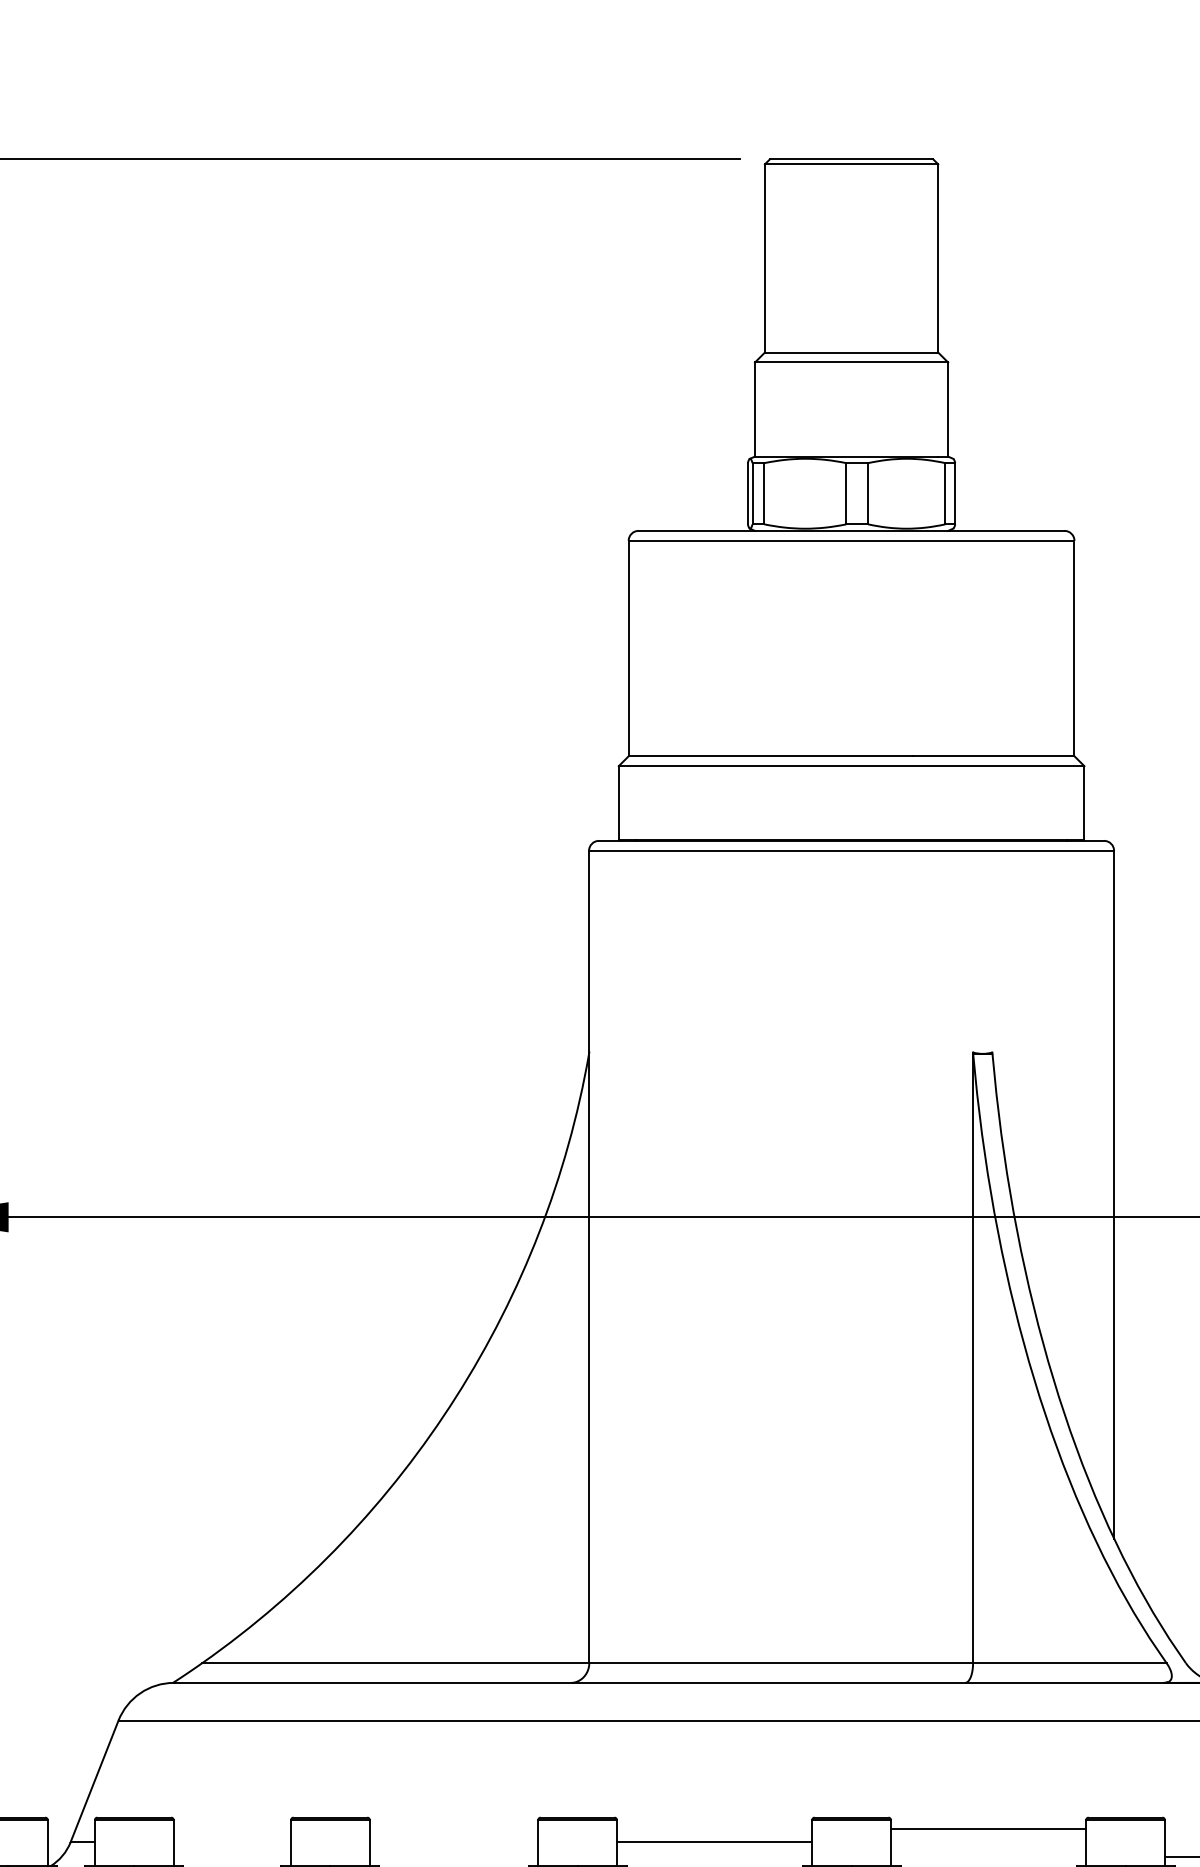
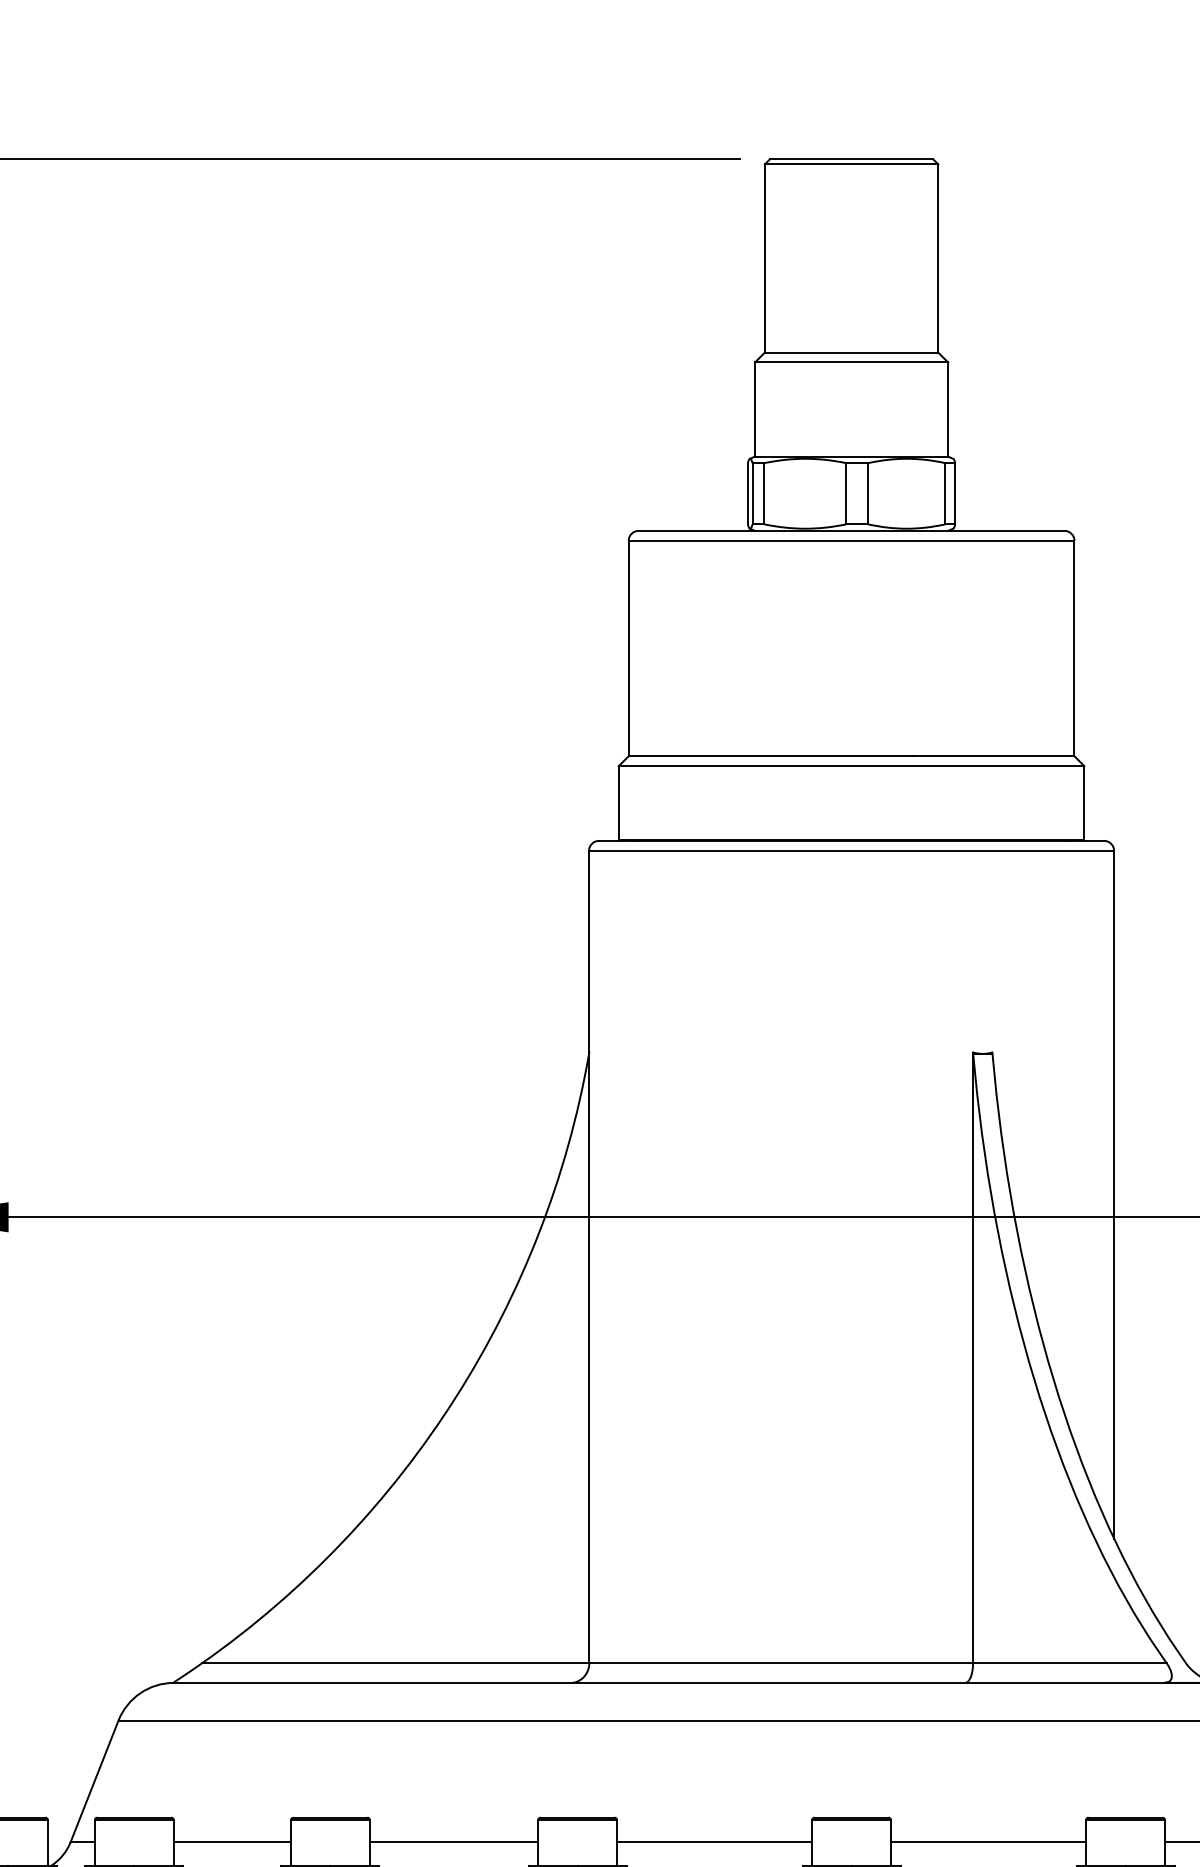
line at (988, 1829) position: (988, 1829) -> (988, 1842)
line at (232, 1842): none -> present
line at (453, 1842): none -> present
line at (1180, 1857) position: (1180, 1857) -> (1180, 1842)
